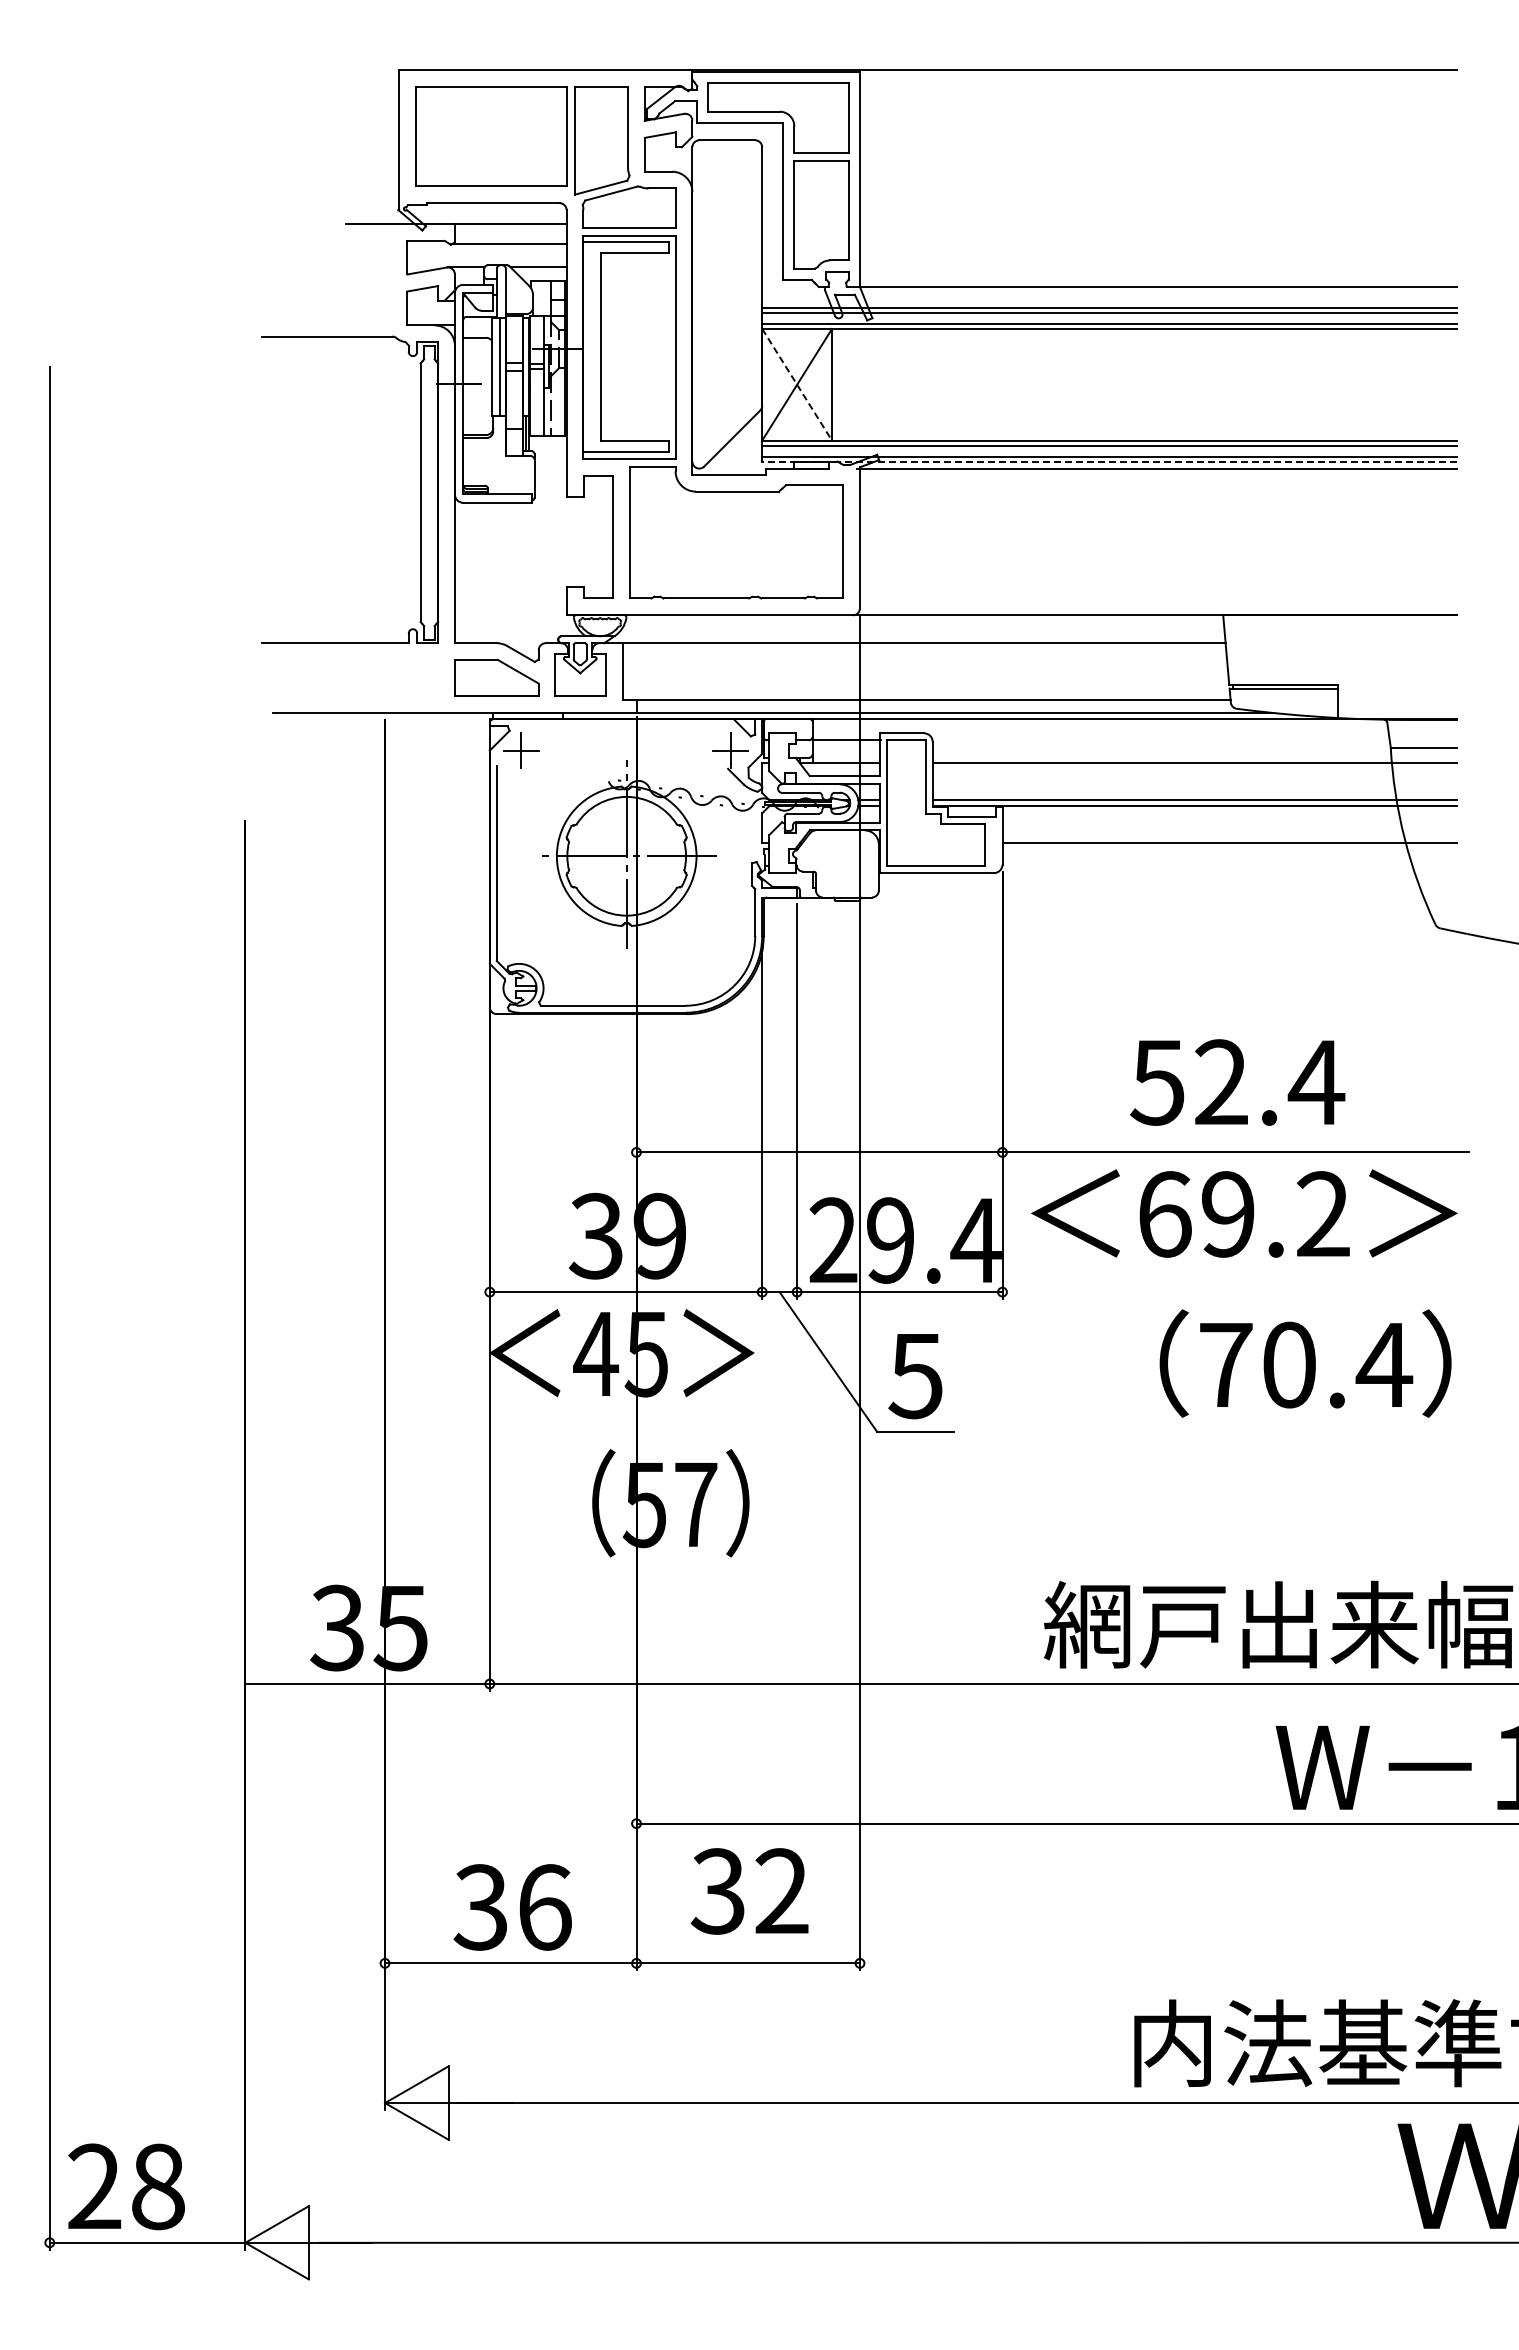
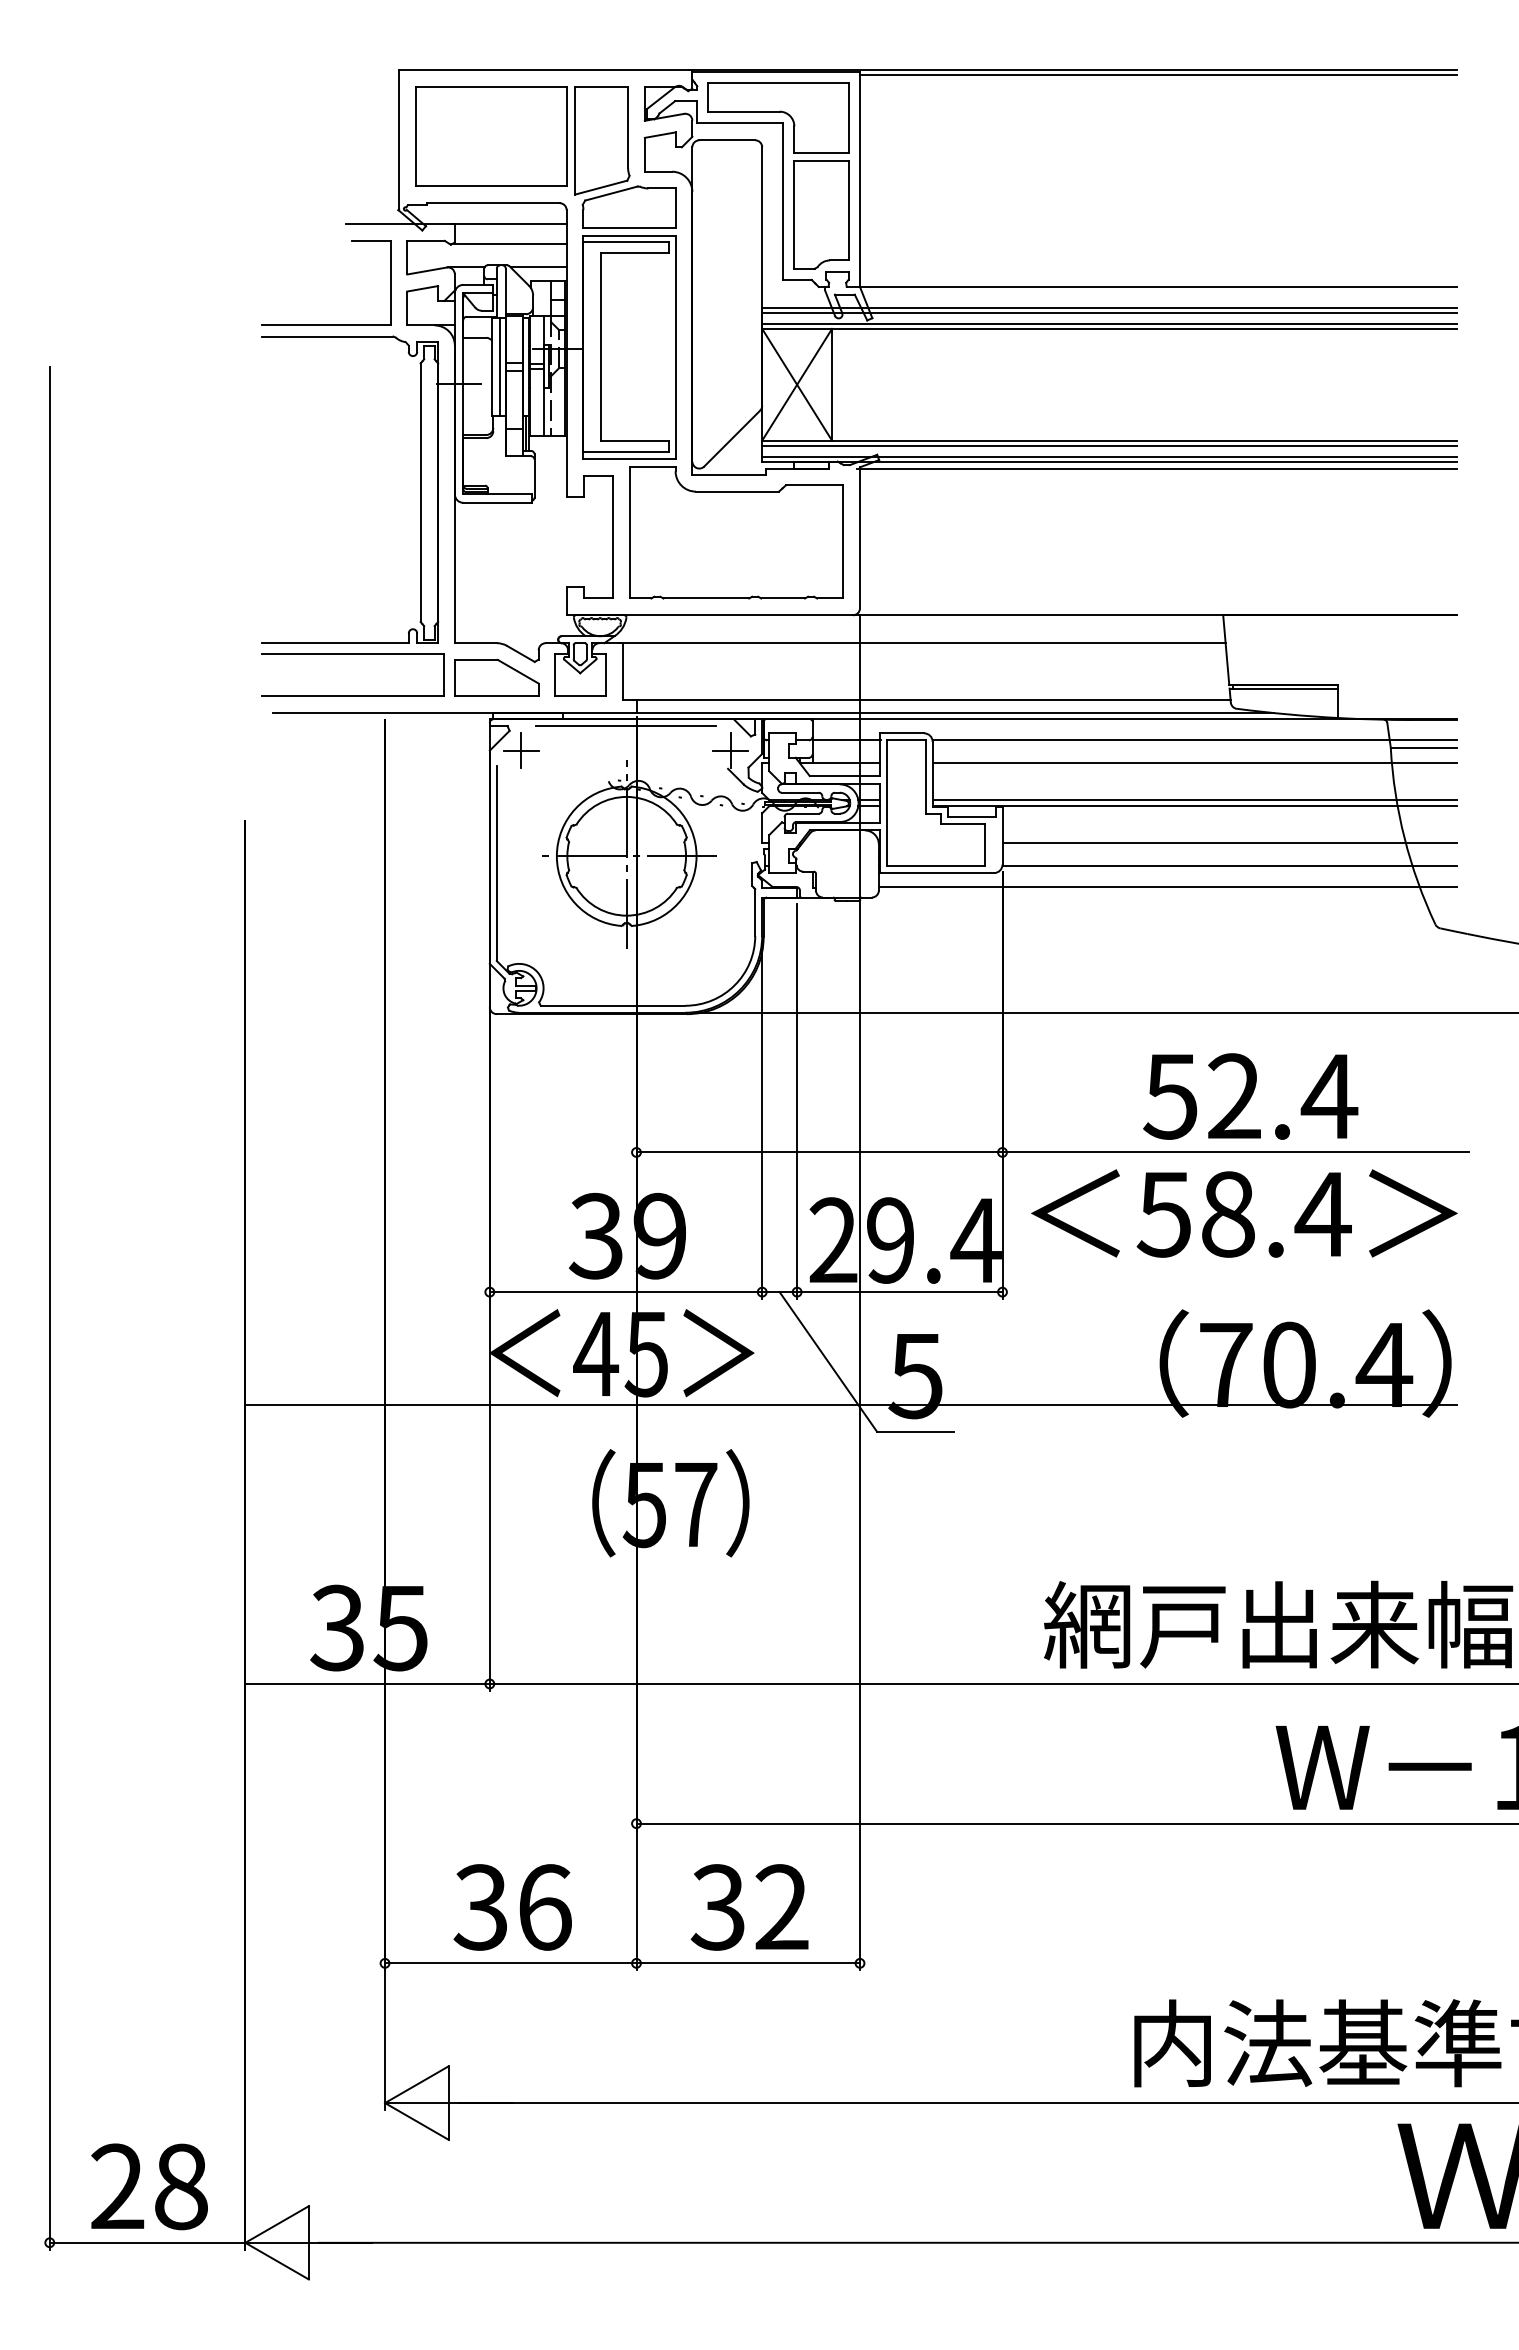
line at (1158, 75): none -> present
part at (326, 324): none -> present
line at (797, 384): dashed -> solid
line at (1109, 461): dashed -> solid
part at (352, 654): none -> present
line at (625, 726): none -> present
line at (1195, 740): none -> present
line at (1230, 866): none -> present
line at (1168, 886): none -> present
line at (1103, 1012): none -> present
text at (1237, 1082) position: (1237, 1082) -> (1250, 1096)
text at (1243, 1214): 69.2 -> 58.4
line at (851, 1404): none -> present
text at (749, 1891) position: (749, 1891) -> (749, 1907)
text at (126, 2186) position: (126, 2186) -> (149, 2186)
